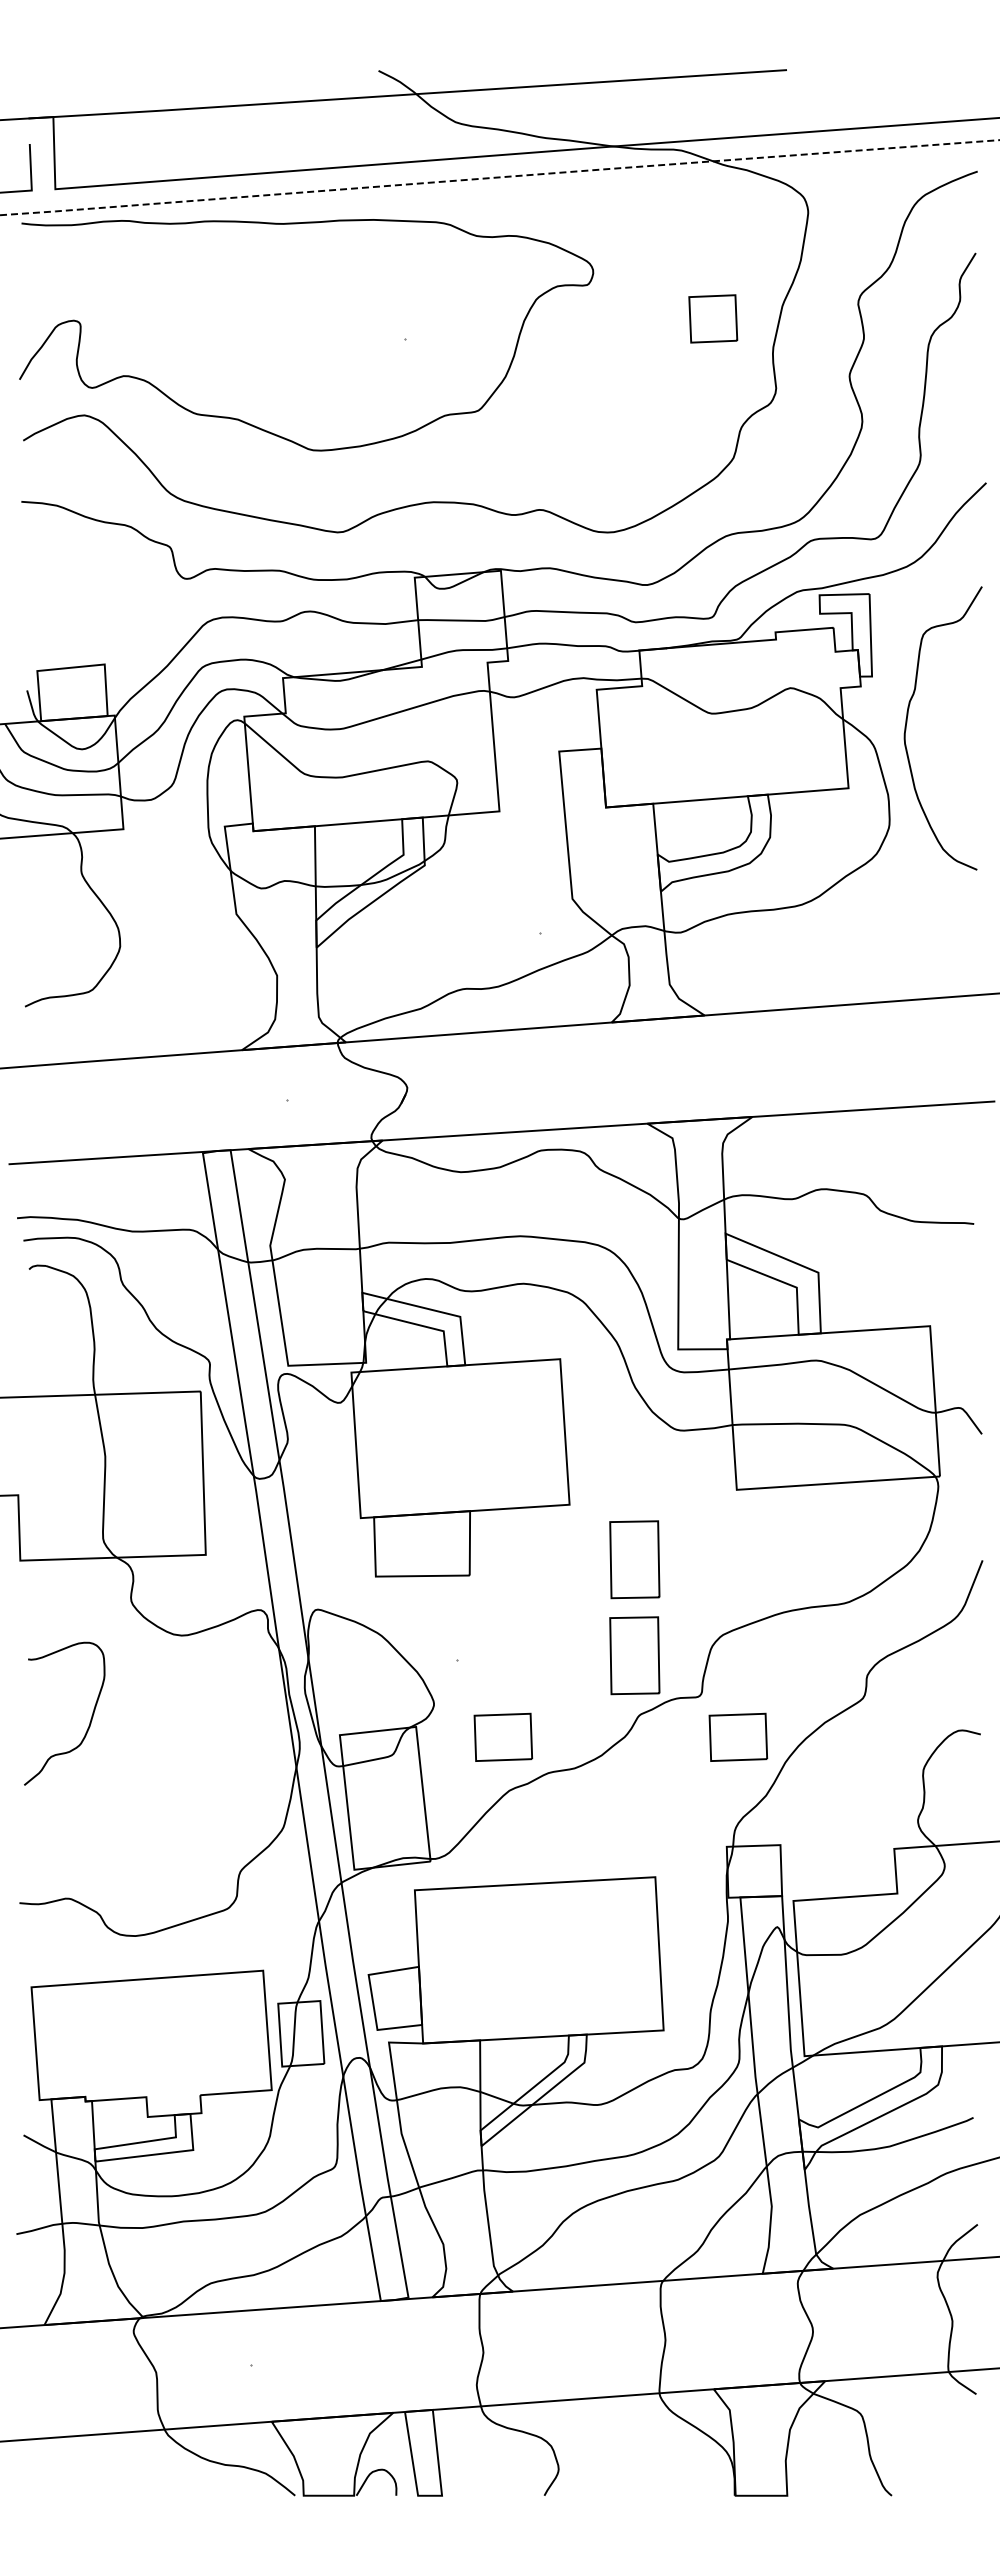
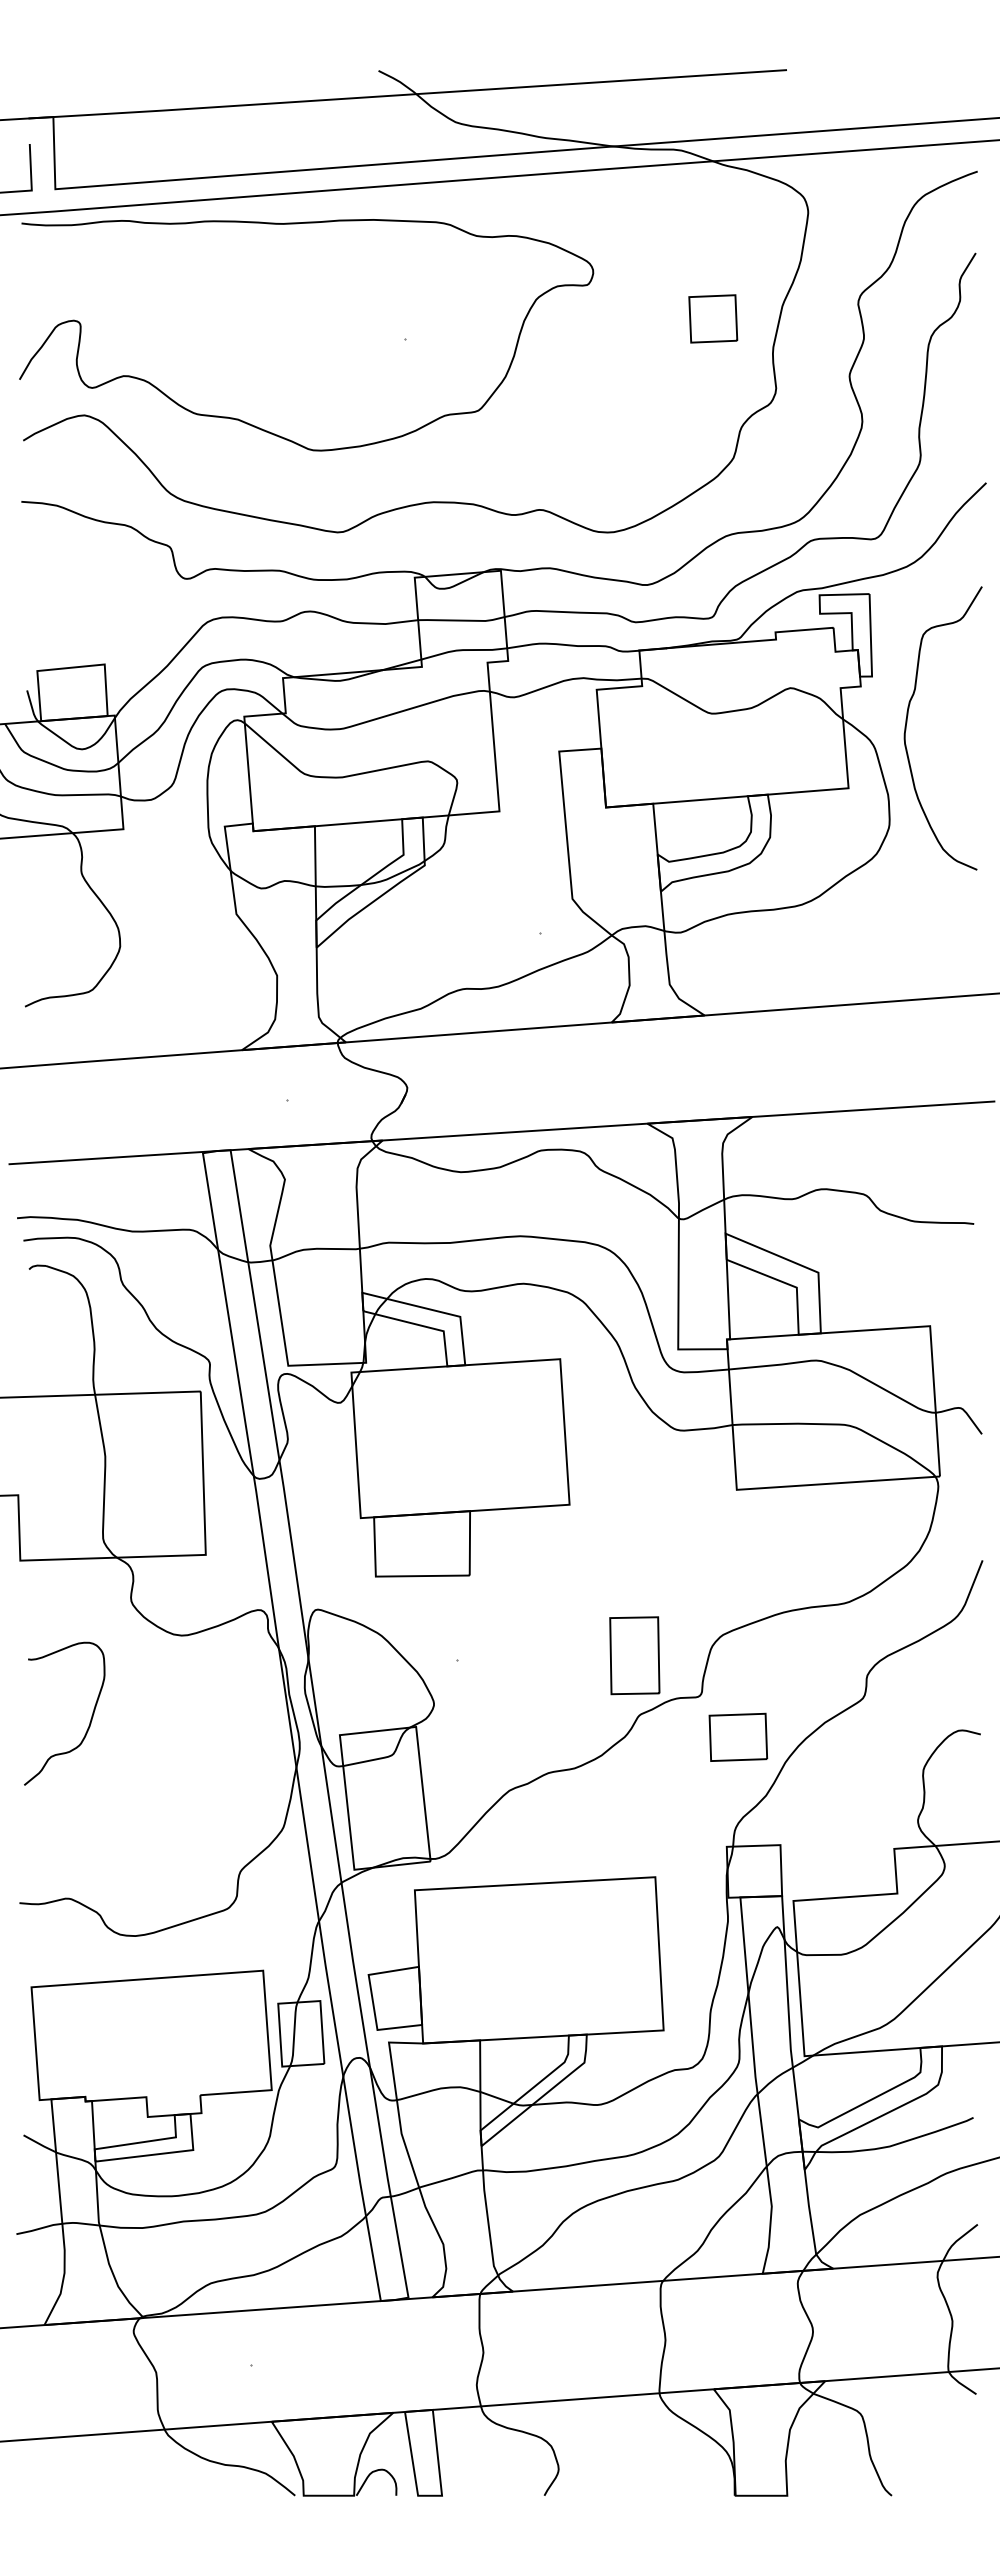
line at (499, 177): dashed -> solid
part at (634, 1559): present -> none
part at (503, 1736): present -> none
